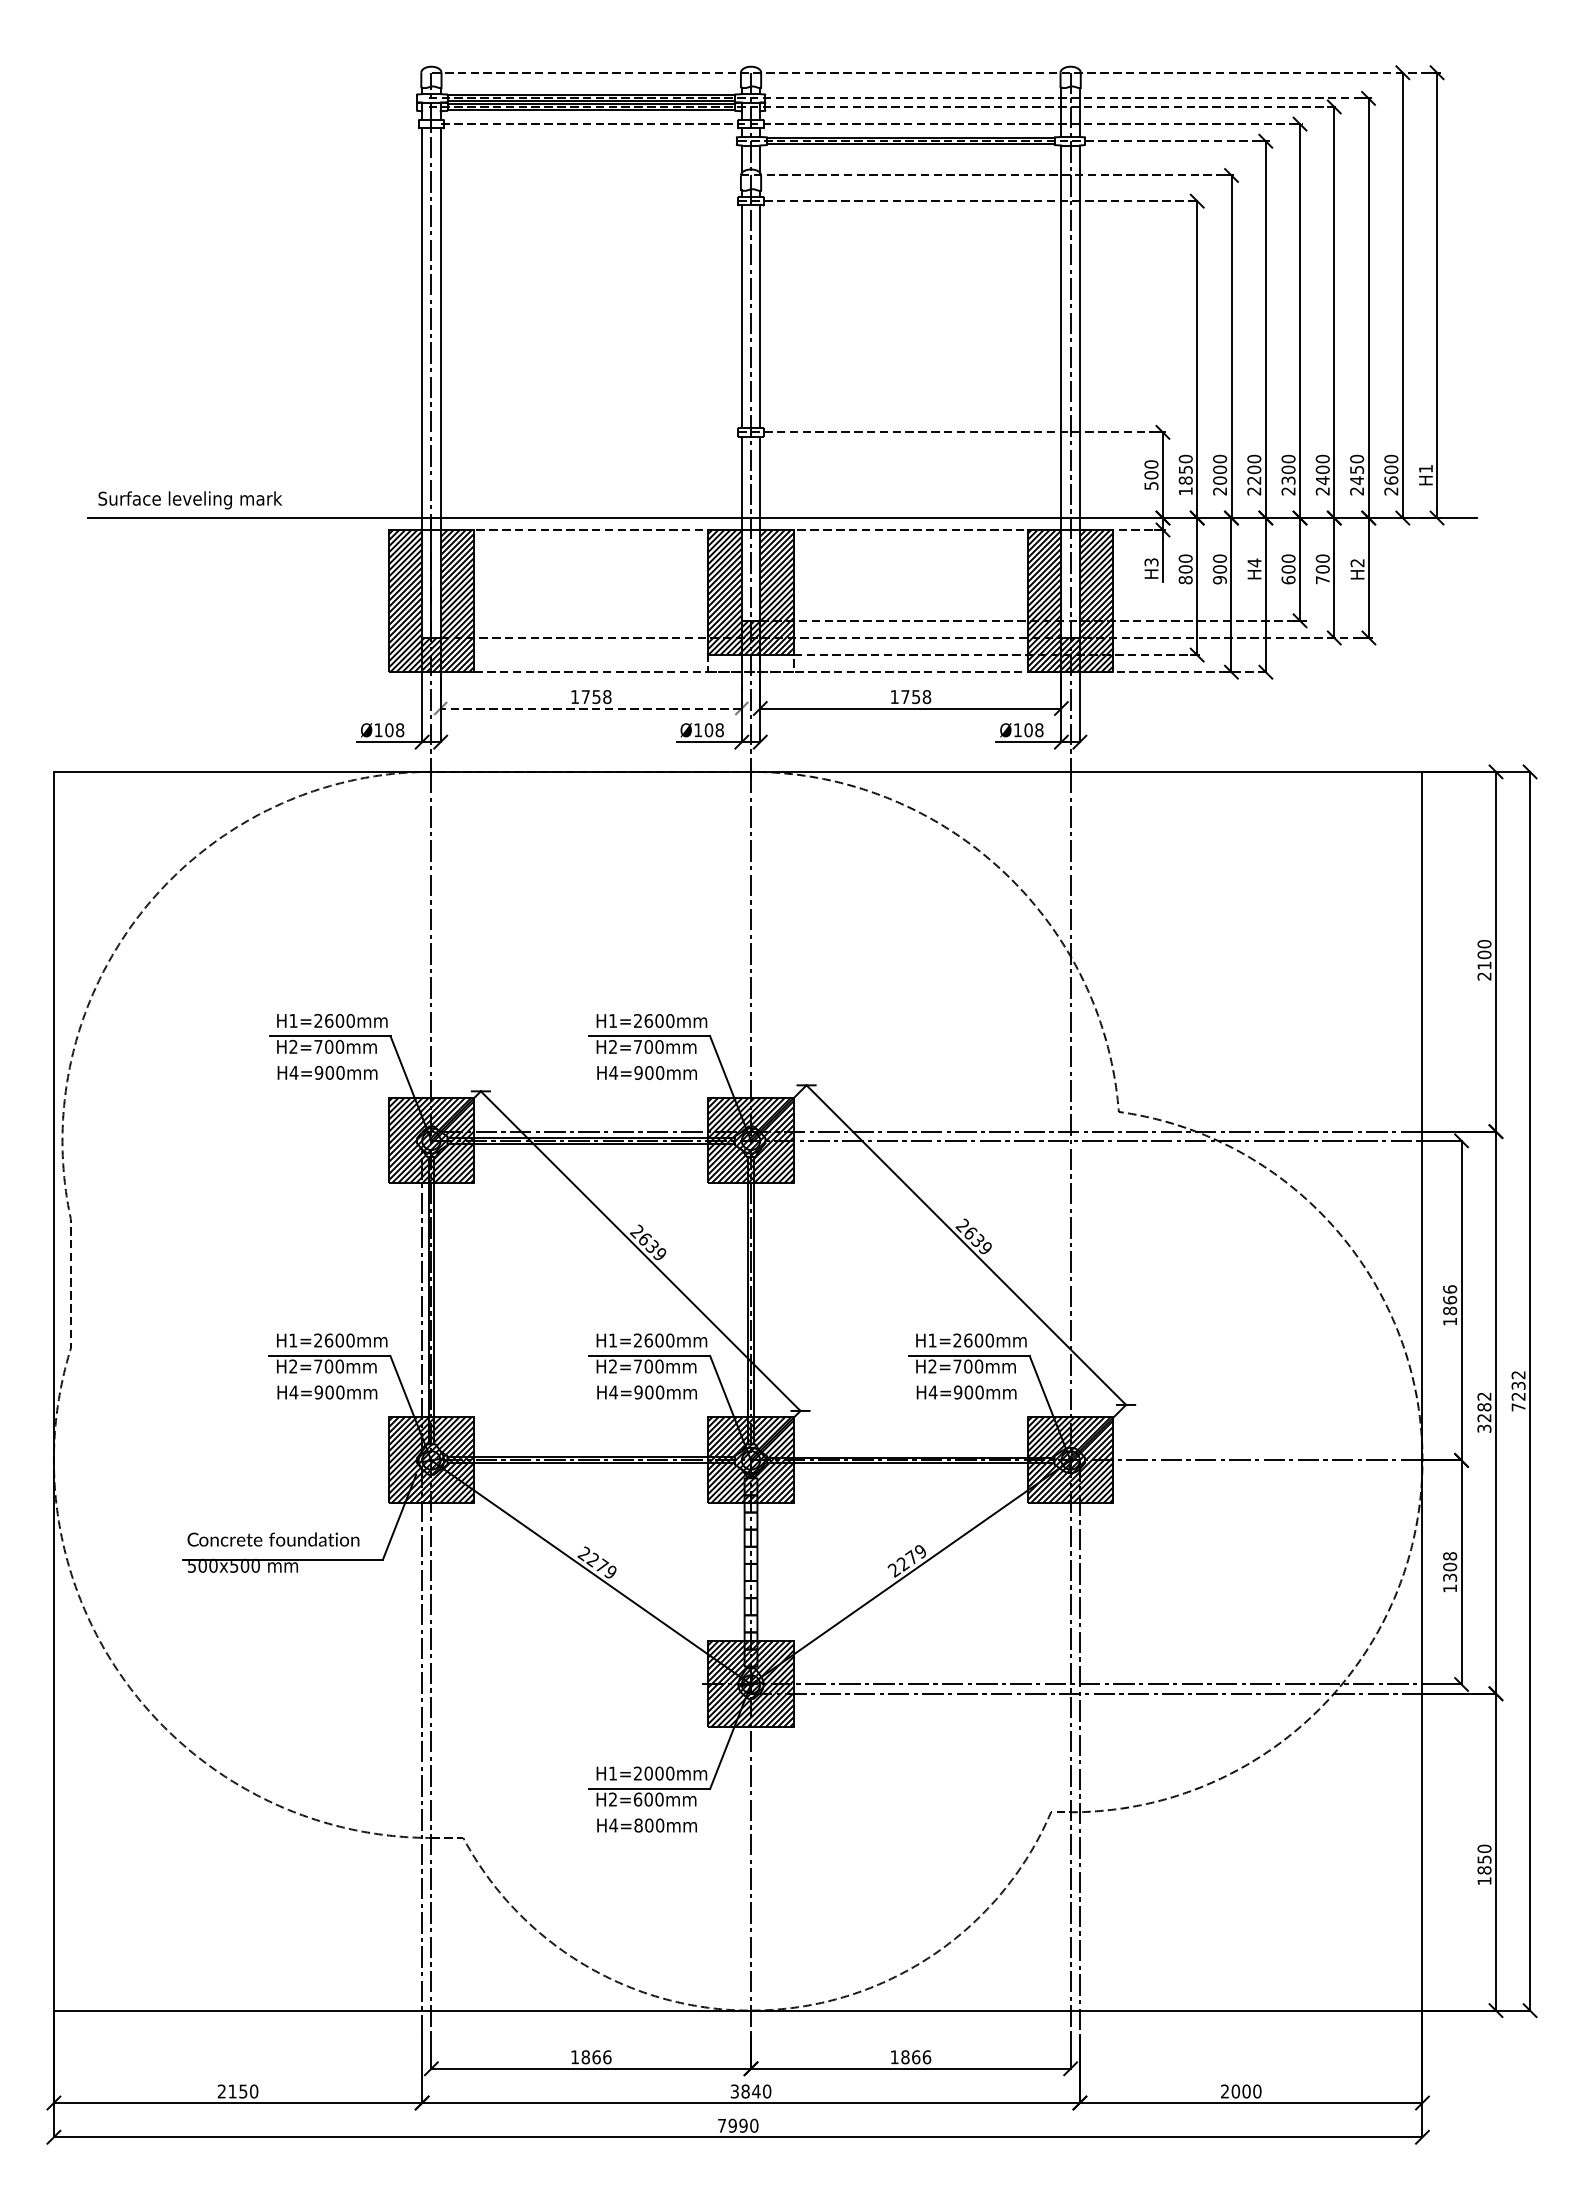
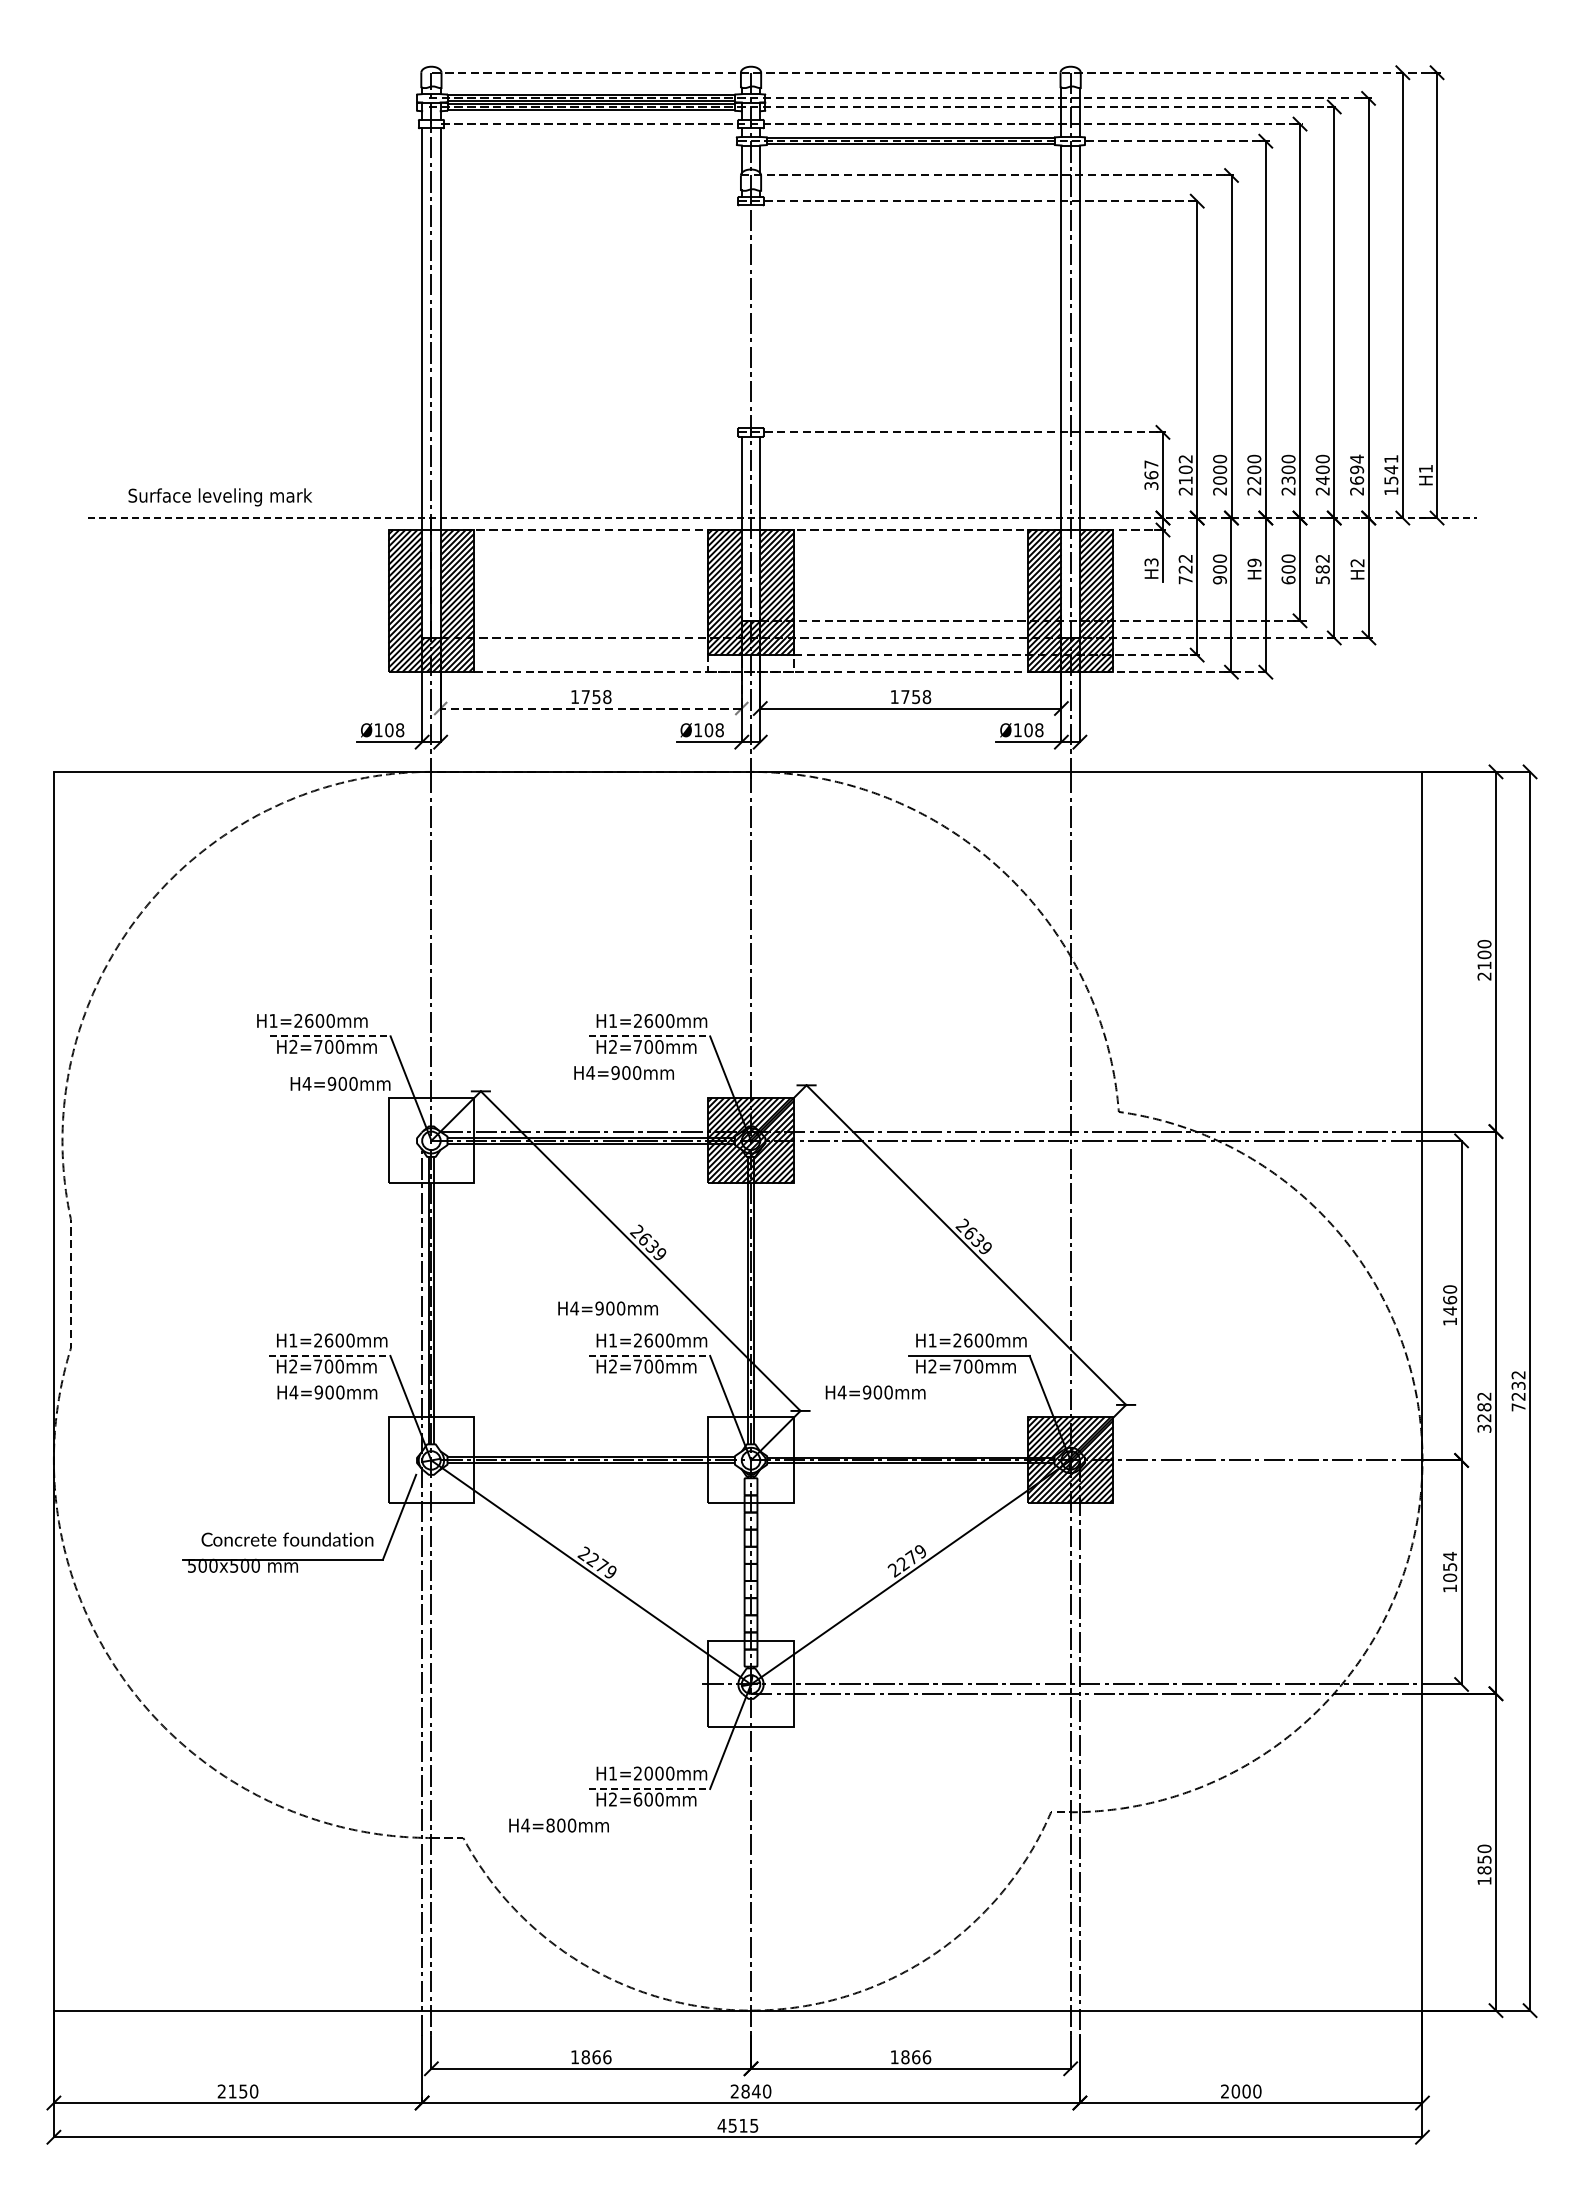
line at (741, 316): present -> none
line at (760, 316): present -> none
text at (1357, 469): 2450 -> 2694
text at (1151, 474): 500 -> 367
text at (1185, 474): 1850 -> 2102
text at (1391, 474): 2600 -> 1541
text at (190, 500) position: (190, 500) -> (220, 497)
line at (782, 518): solid -> dashed
text at (1254, 562): H4 -> H9
text at (1185, 569): 800 -> 722
text at (1322, 569): 700 -> 582
text at (332, 1020) position: (332, 1020) -> (312, 1020)
line at (330, 1036): solid -> dashed
line at (649, 1036): solid -> dashed
text at (327, 1072) position: (327, 1072) -> (340, 1083)
text at (646, 1072) position: (646, 1072) -> (623, 1072)
hatch at (431, 1140): present -> none
text at (1450, 1300): 1866 -> 1460
line at (329, 1355): solid -> dashed
line at (649, 1355): solid -> dashed
text at (646, 1392) position: (646, 1392) -> (607, 1308)
text at (966, 1392) position: (966, 1392) -> (875, 1392)
hatch at (431, 1460): present -> none
hatch at (750, 1460): present -> none
text at (273, 1539) position: (273, 1539) -> (287, 1539)
text at (1450, 1566): 1308 -> 1054
hatch at (750, 1684): present -> none
line at (649, 1788): solid -> dashed
text at (646, 1825) position: (646, 1825) -> (558, 1825)
text at (734, 2091): 3840 -> 2840
text at (737, 2125): 7990 -> 4515
